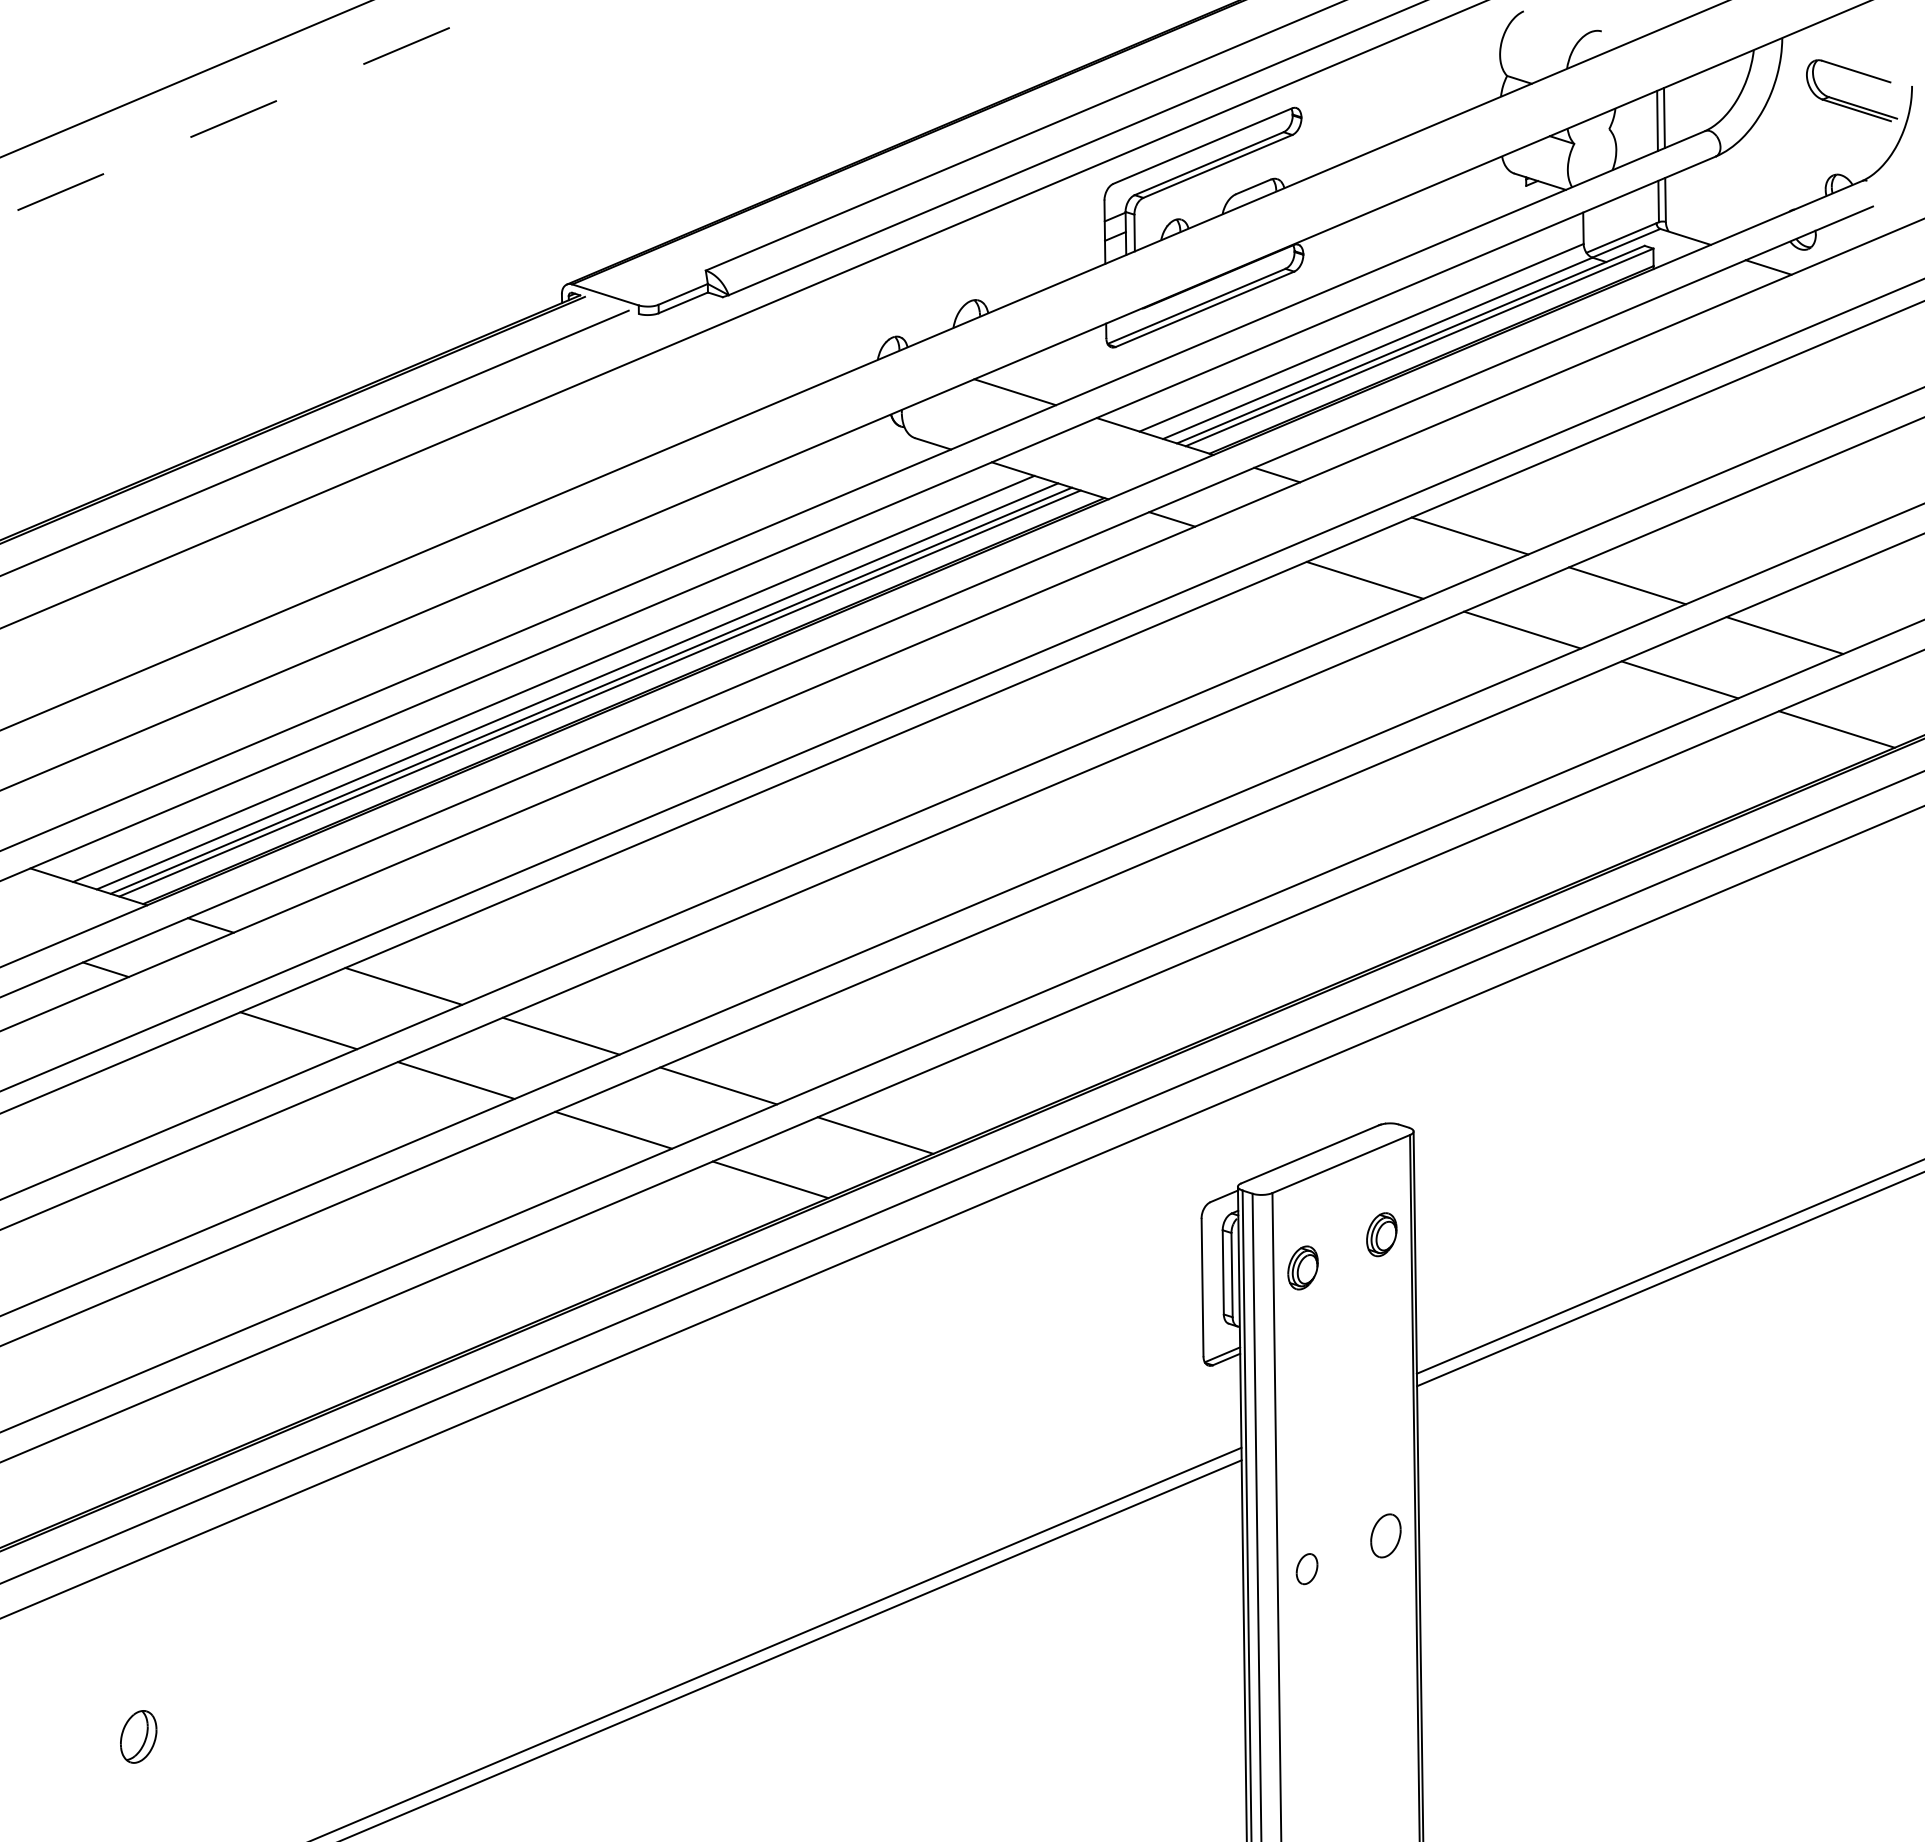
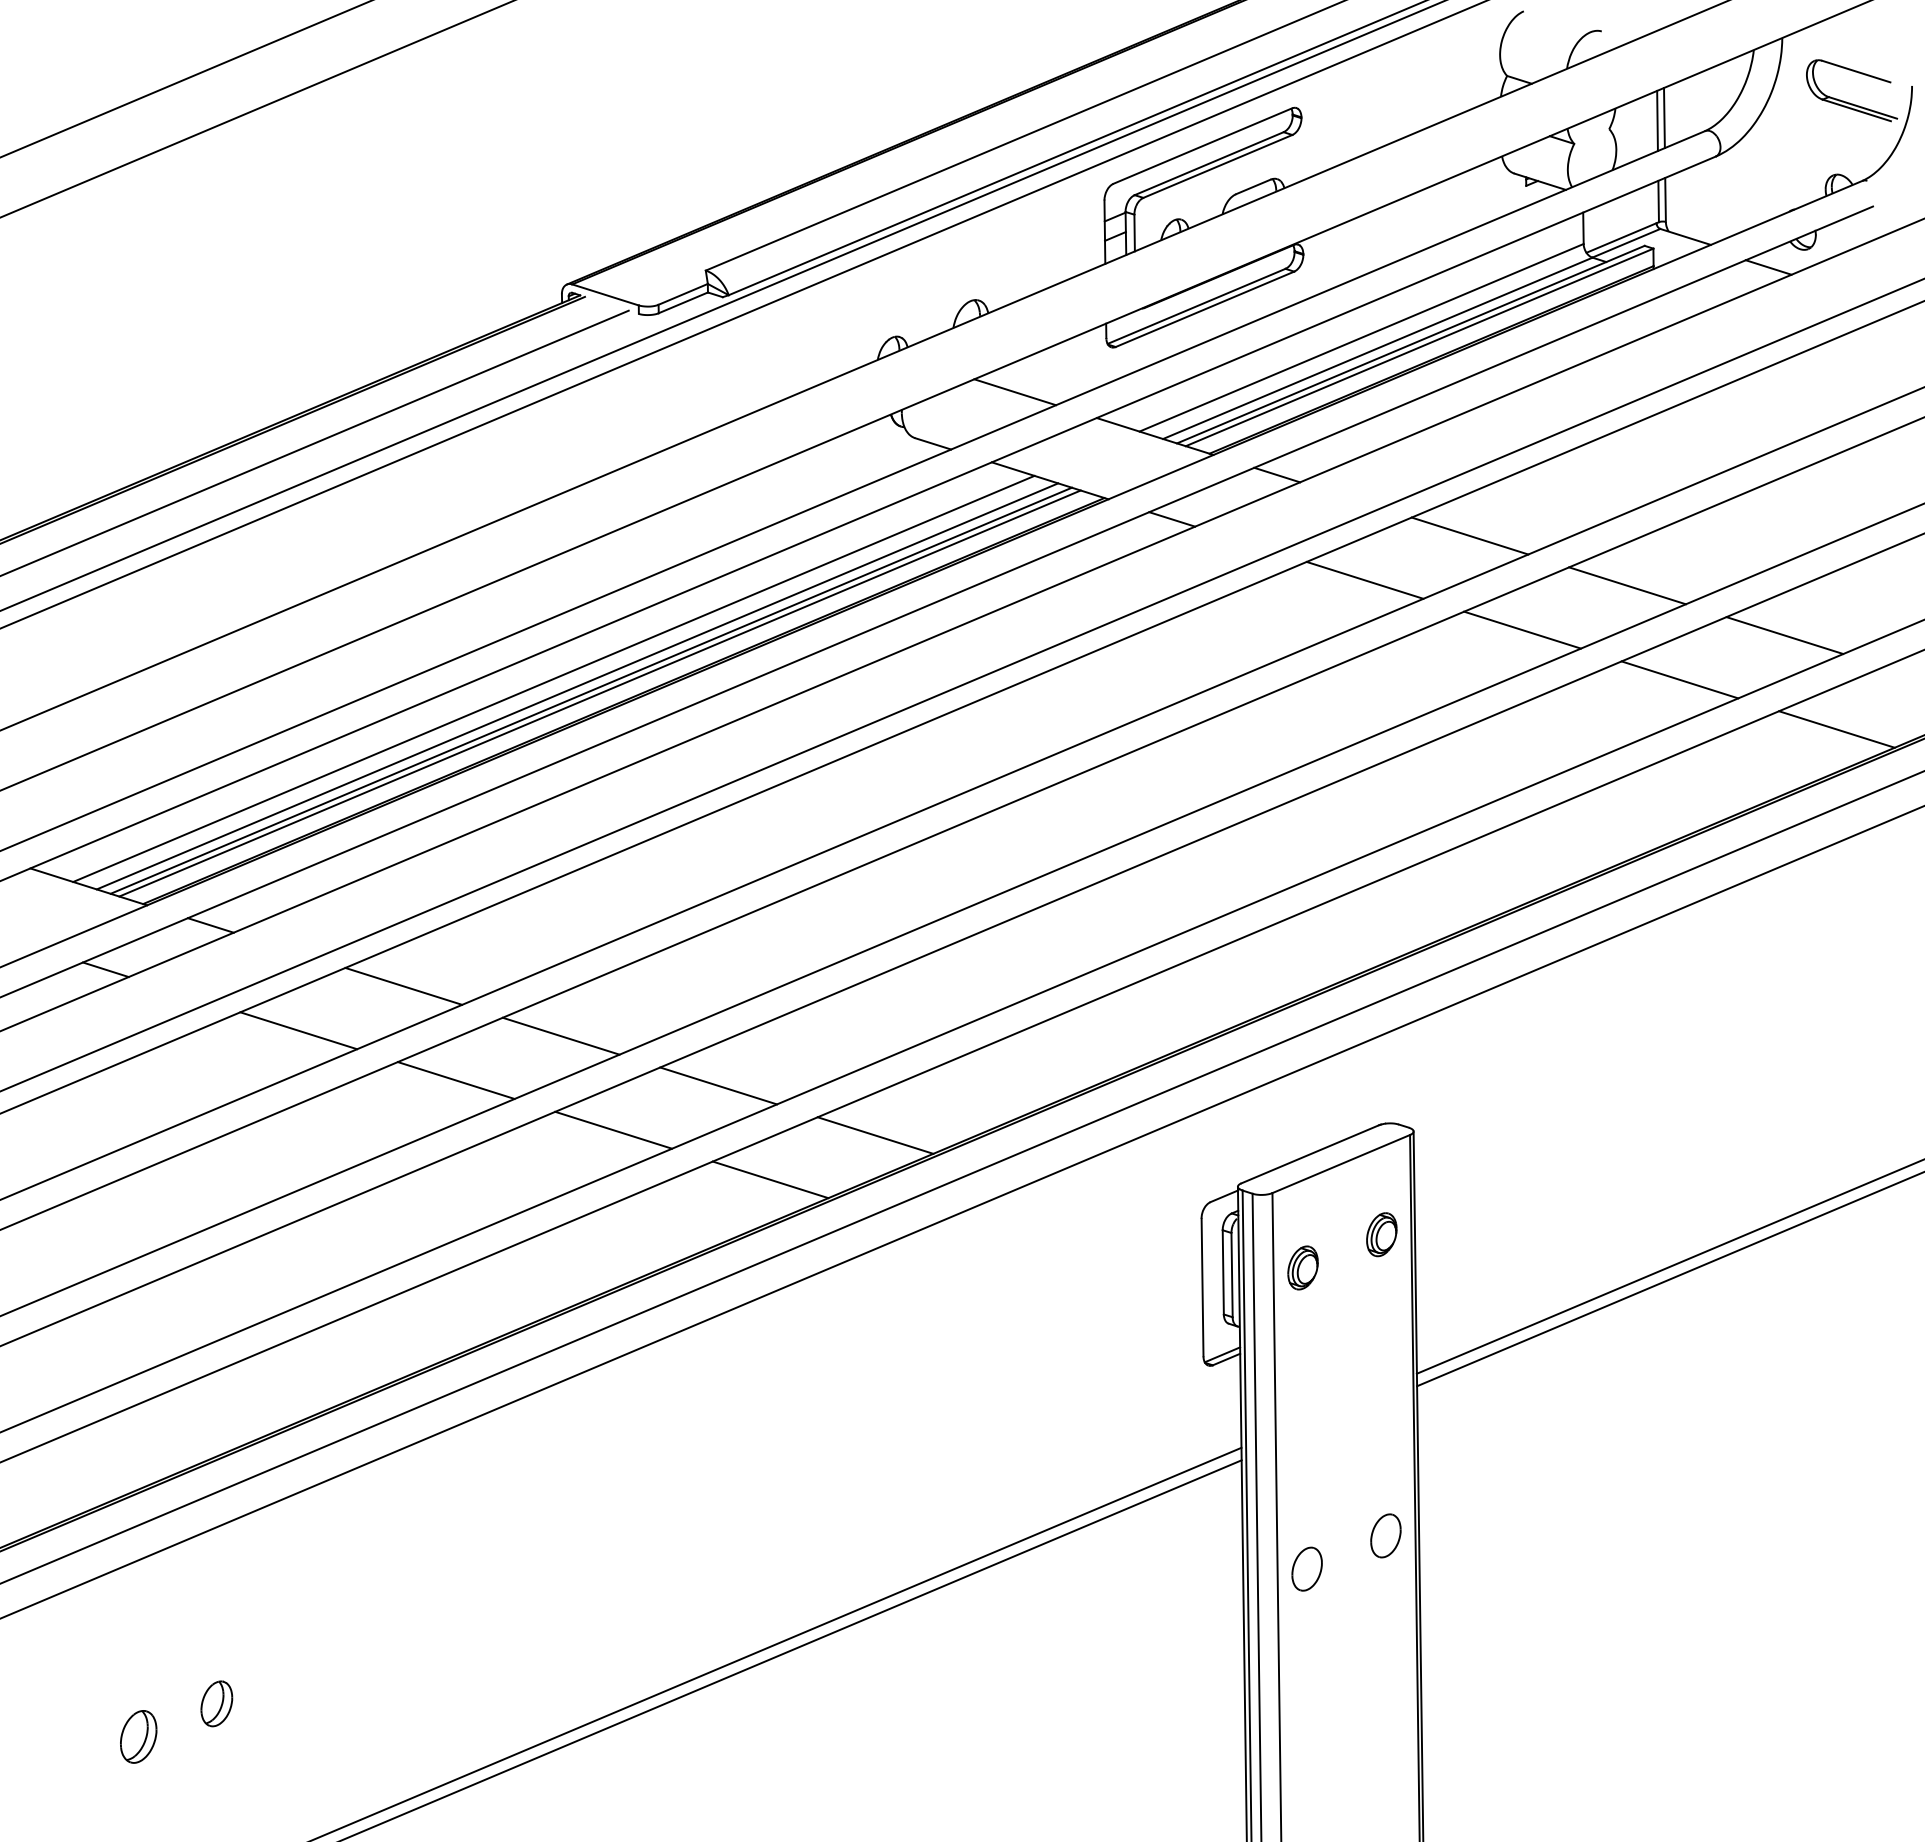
line at (258, 108): dashed -> solid
line at (721, 306): none -> present
part at (1306, 1569) size: 24x33 px -> 32x46 px
part at (216, 1703): none -> present
